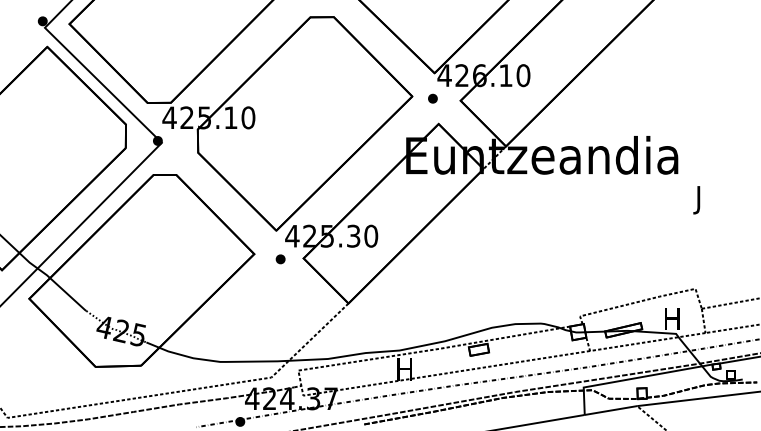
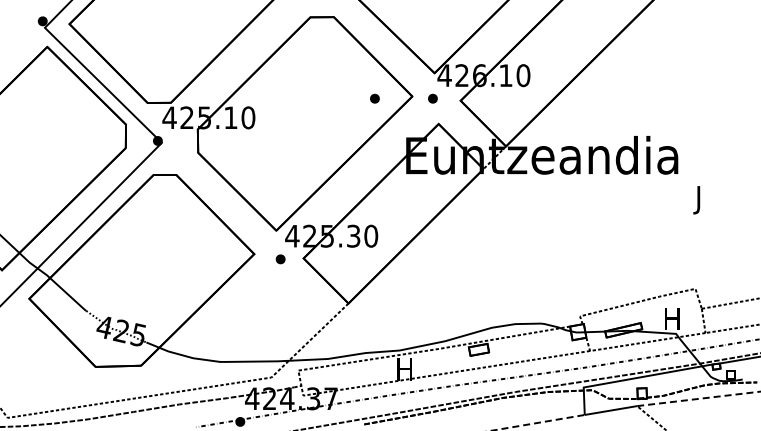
part at (374, 98): none -> present
line at (698, 398): solid -> dashed
line at (537, 422): solid -> dashed
